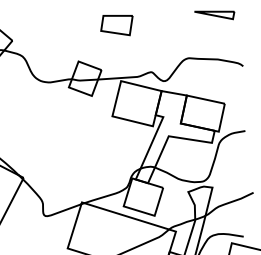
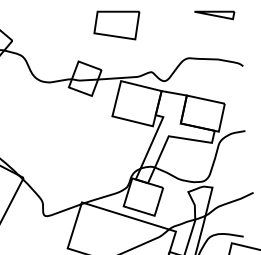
part at (116, 25) size: 34x22 px -> 48x31 px
